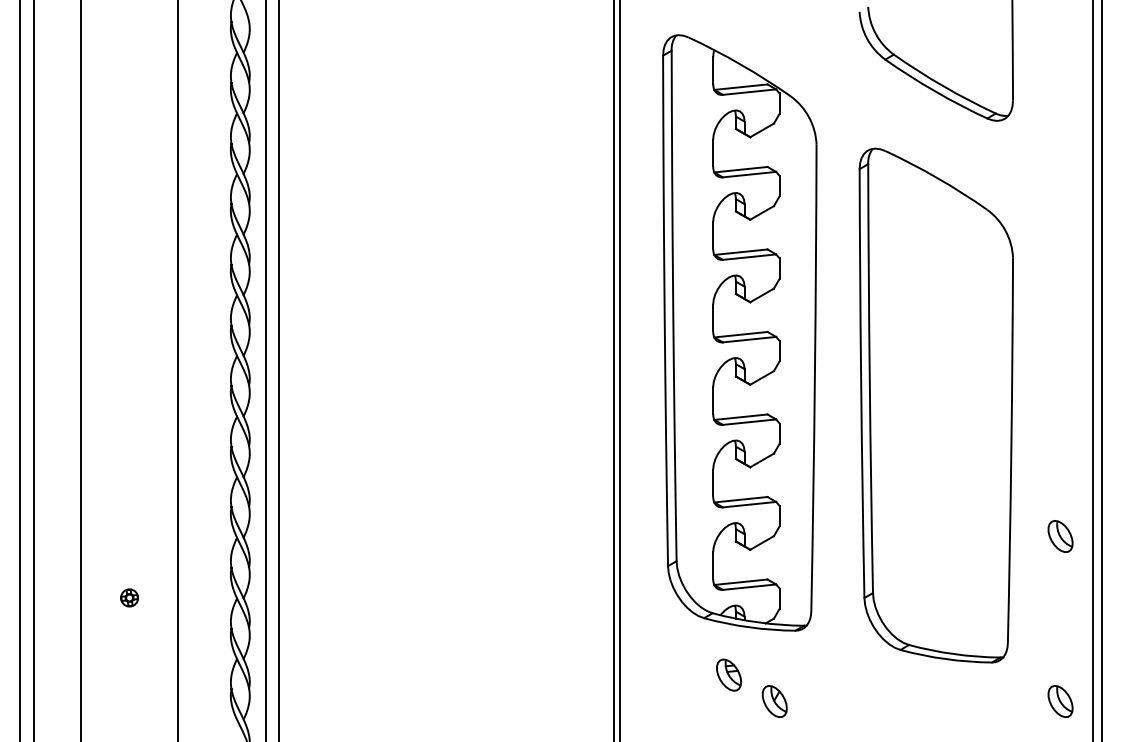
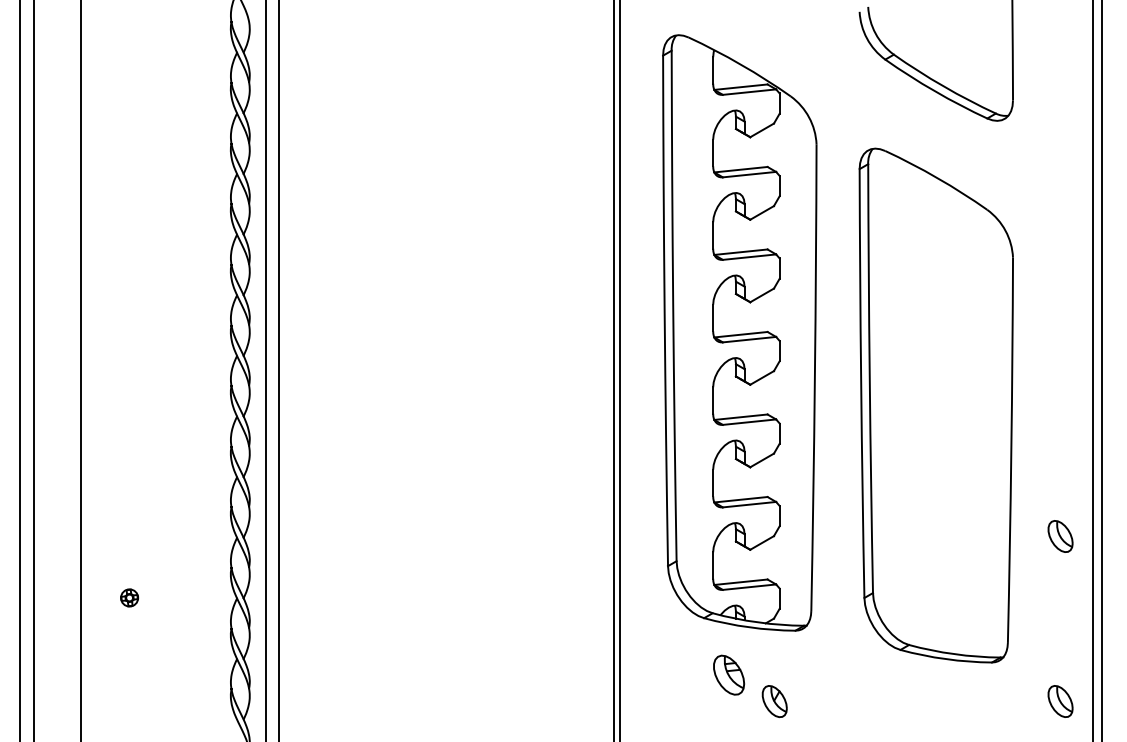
line at (178, 370): present -> none
part at (728, 674) size: 26x34 px -> 33x42 px
